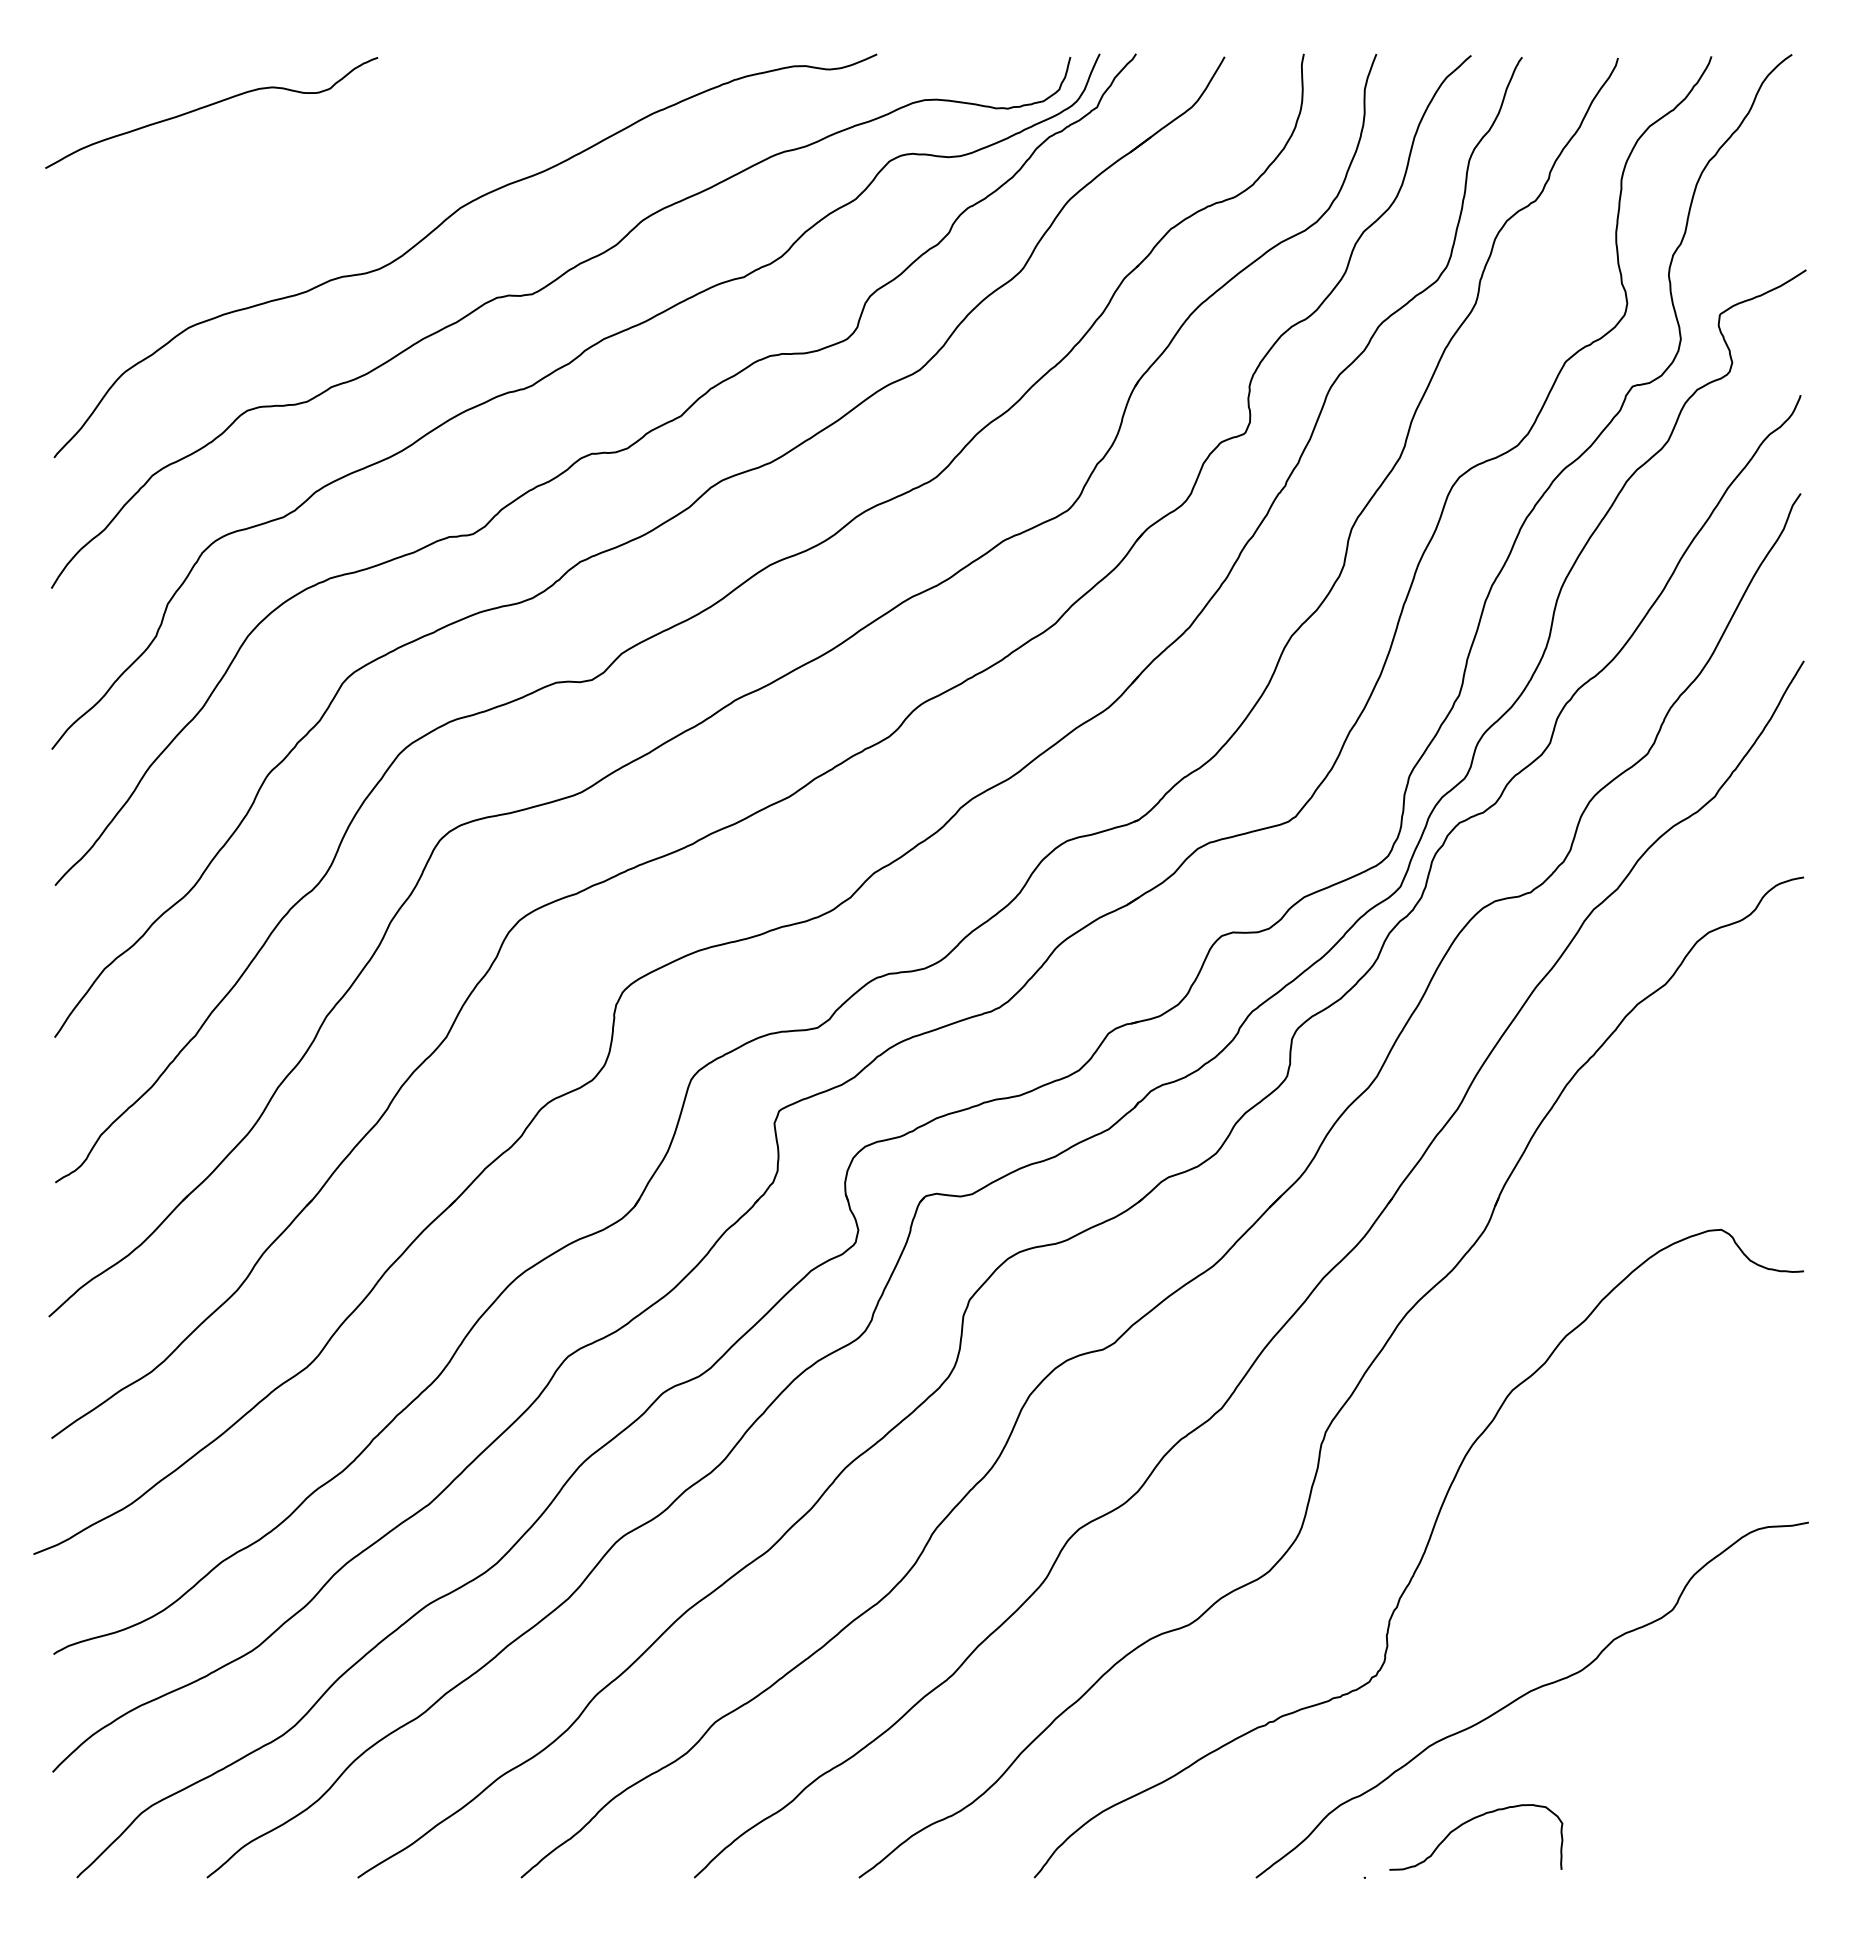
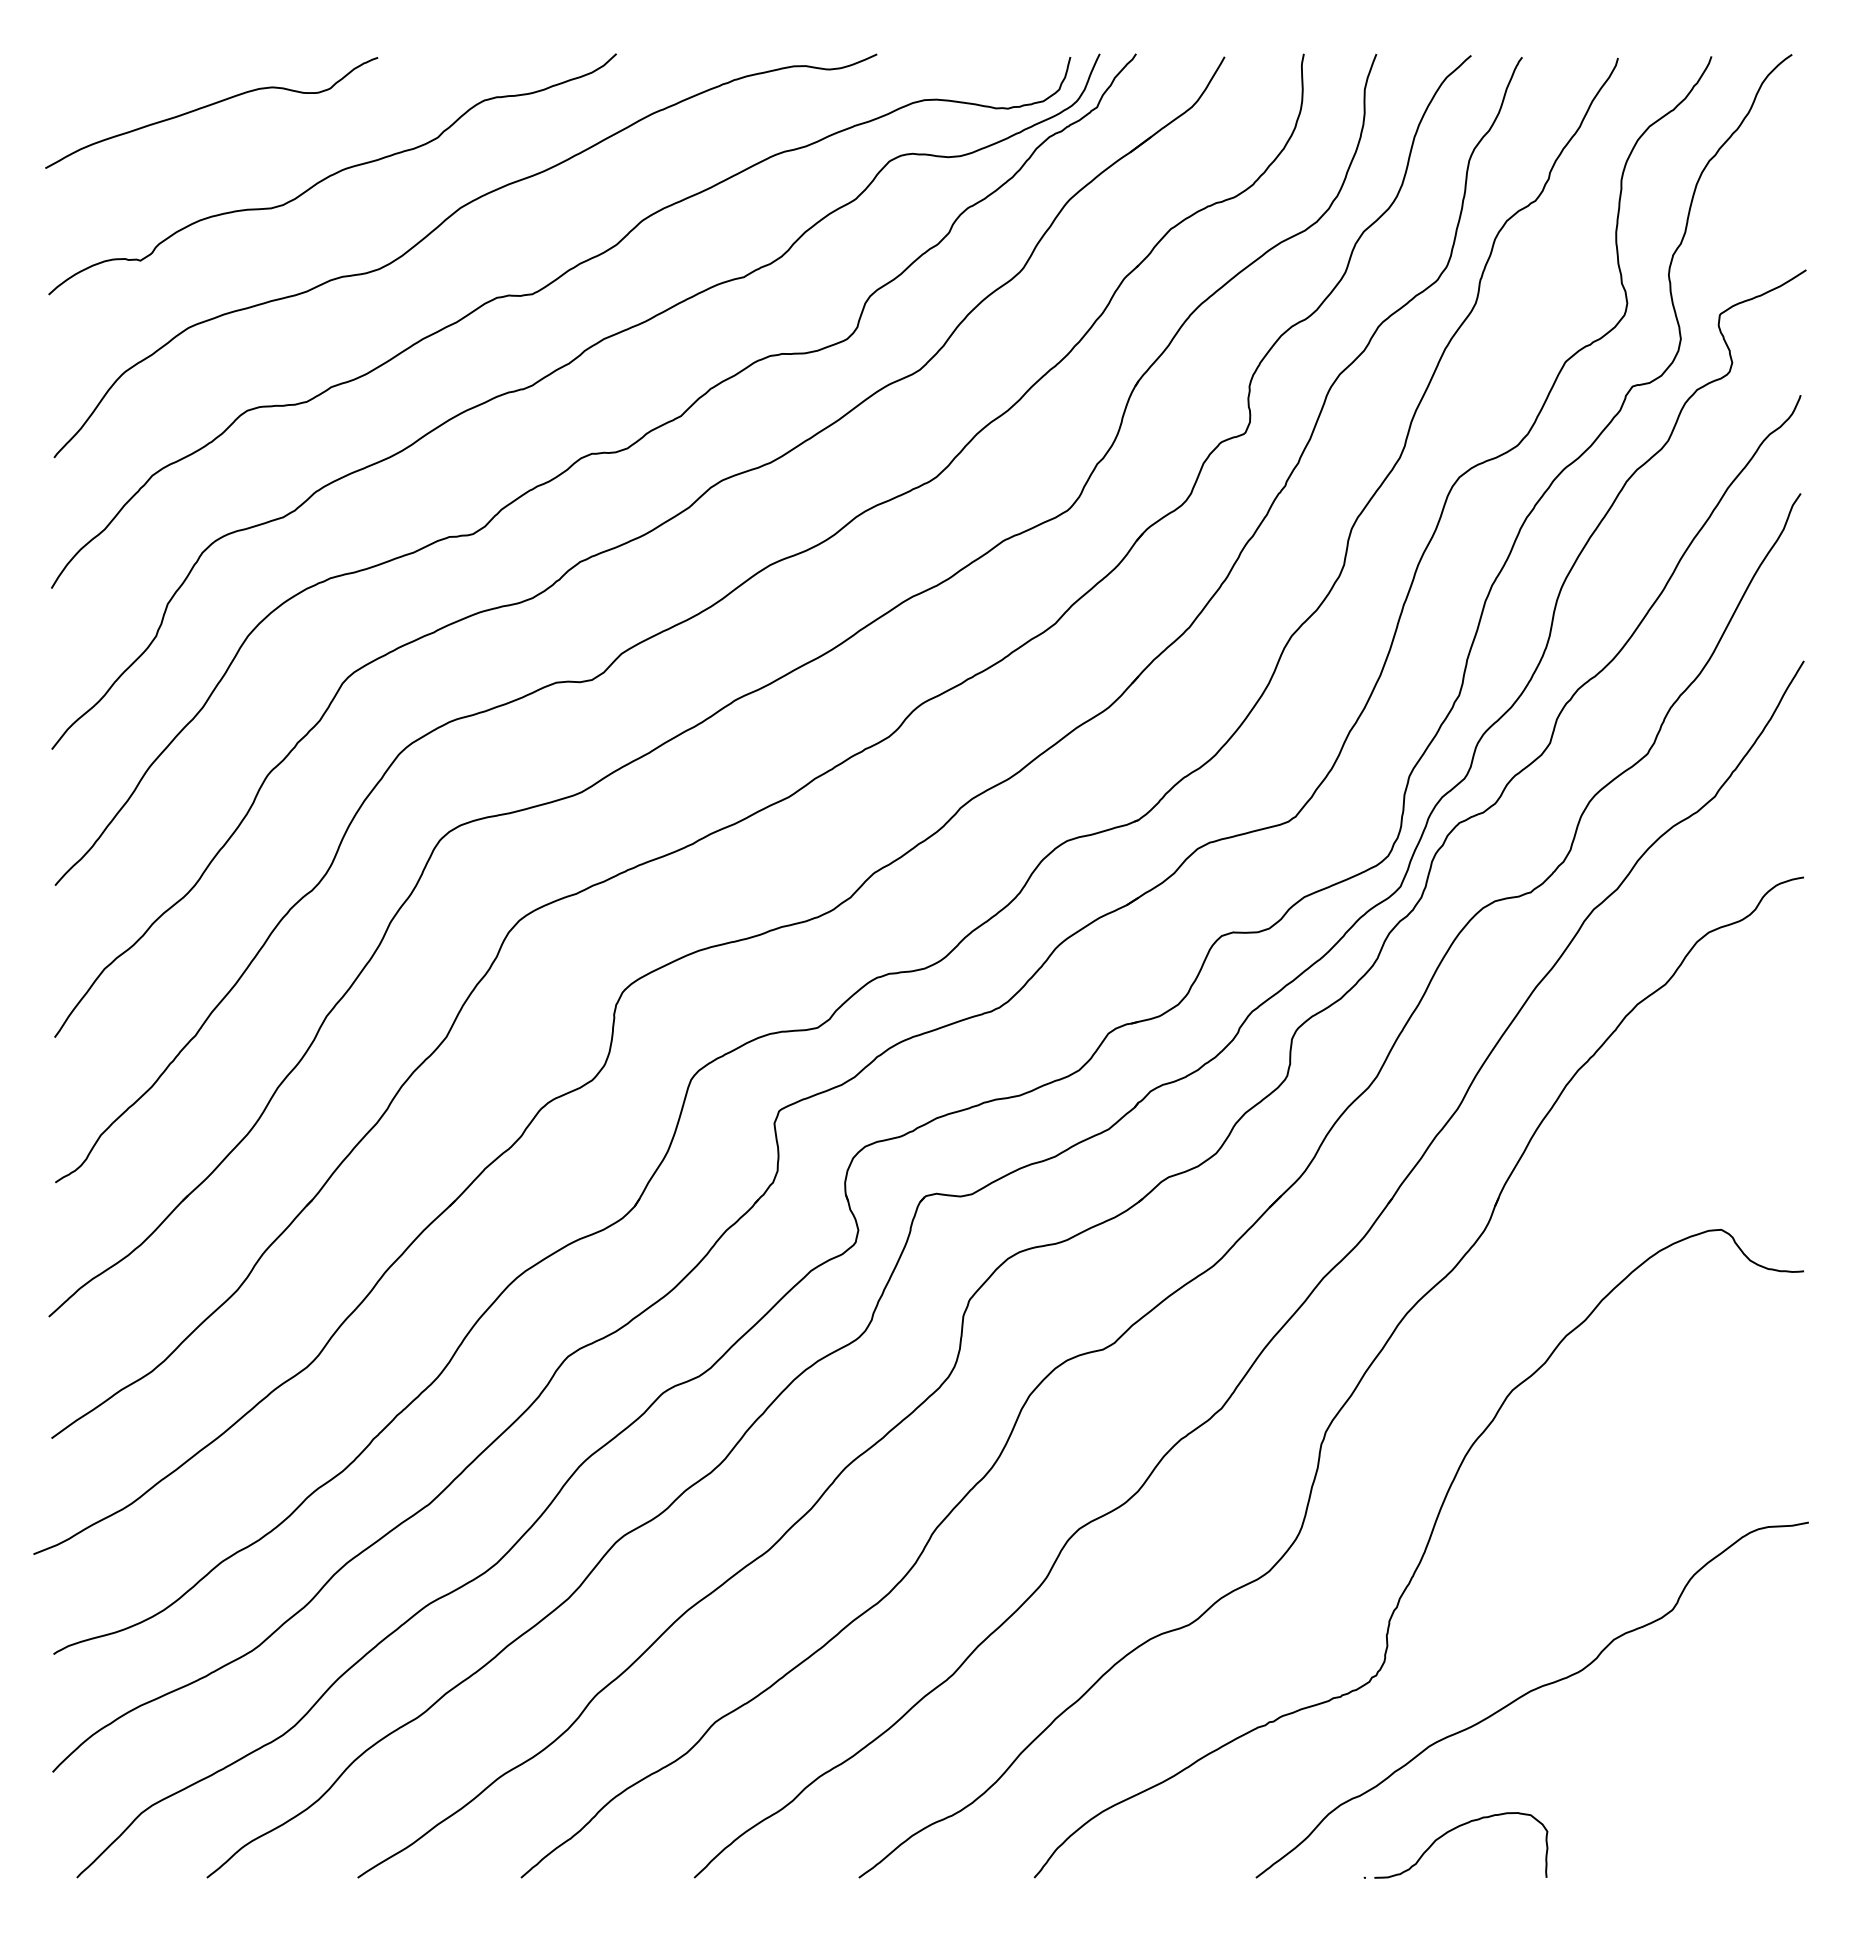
curve at (332, 174): none -> present
curve at (1468, 1822) position: (1468, 1822) -> (1453, 1830)
